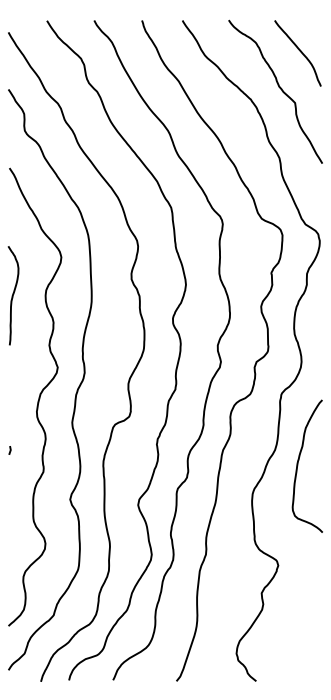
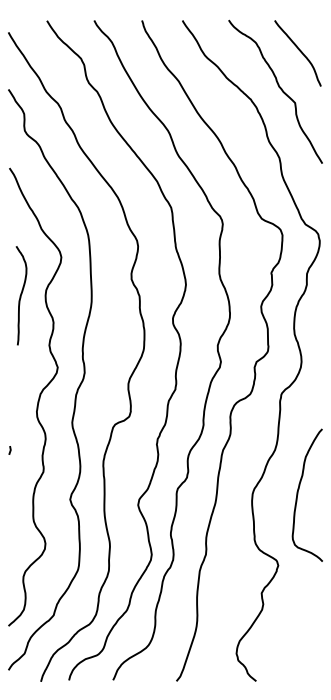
curve at (13, 295) position: (13, 295) -> (21, 295)
curve at (298, 465) position: (298, 465) -> (298, 494)
